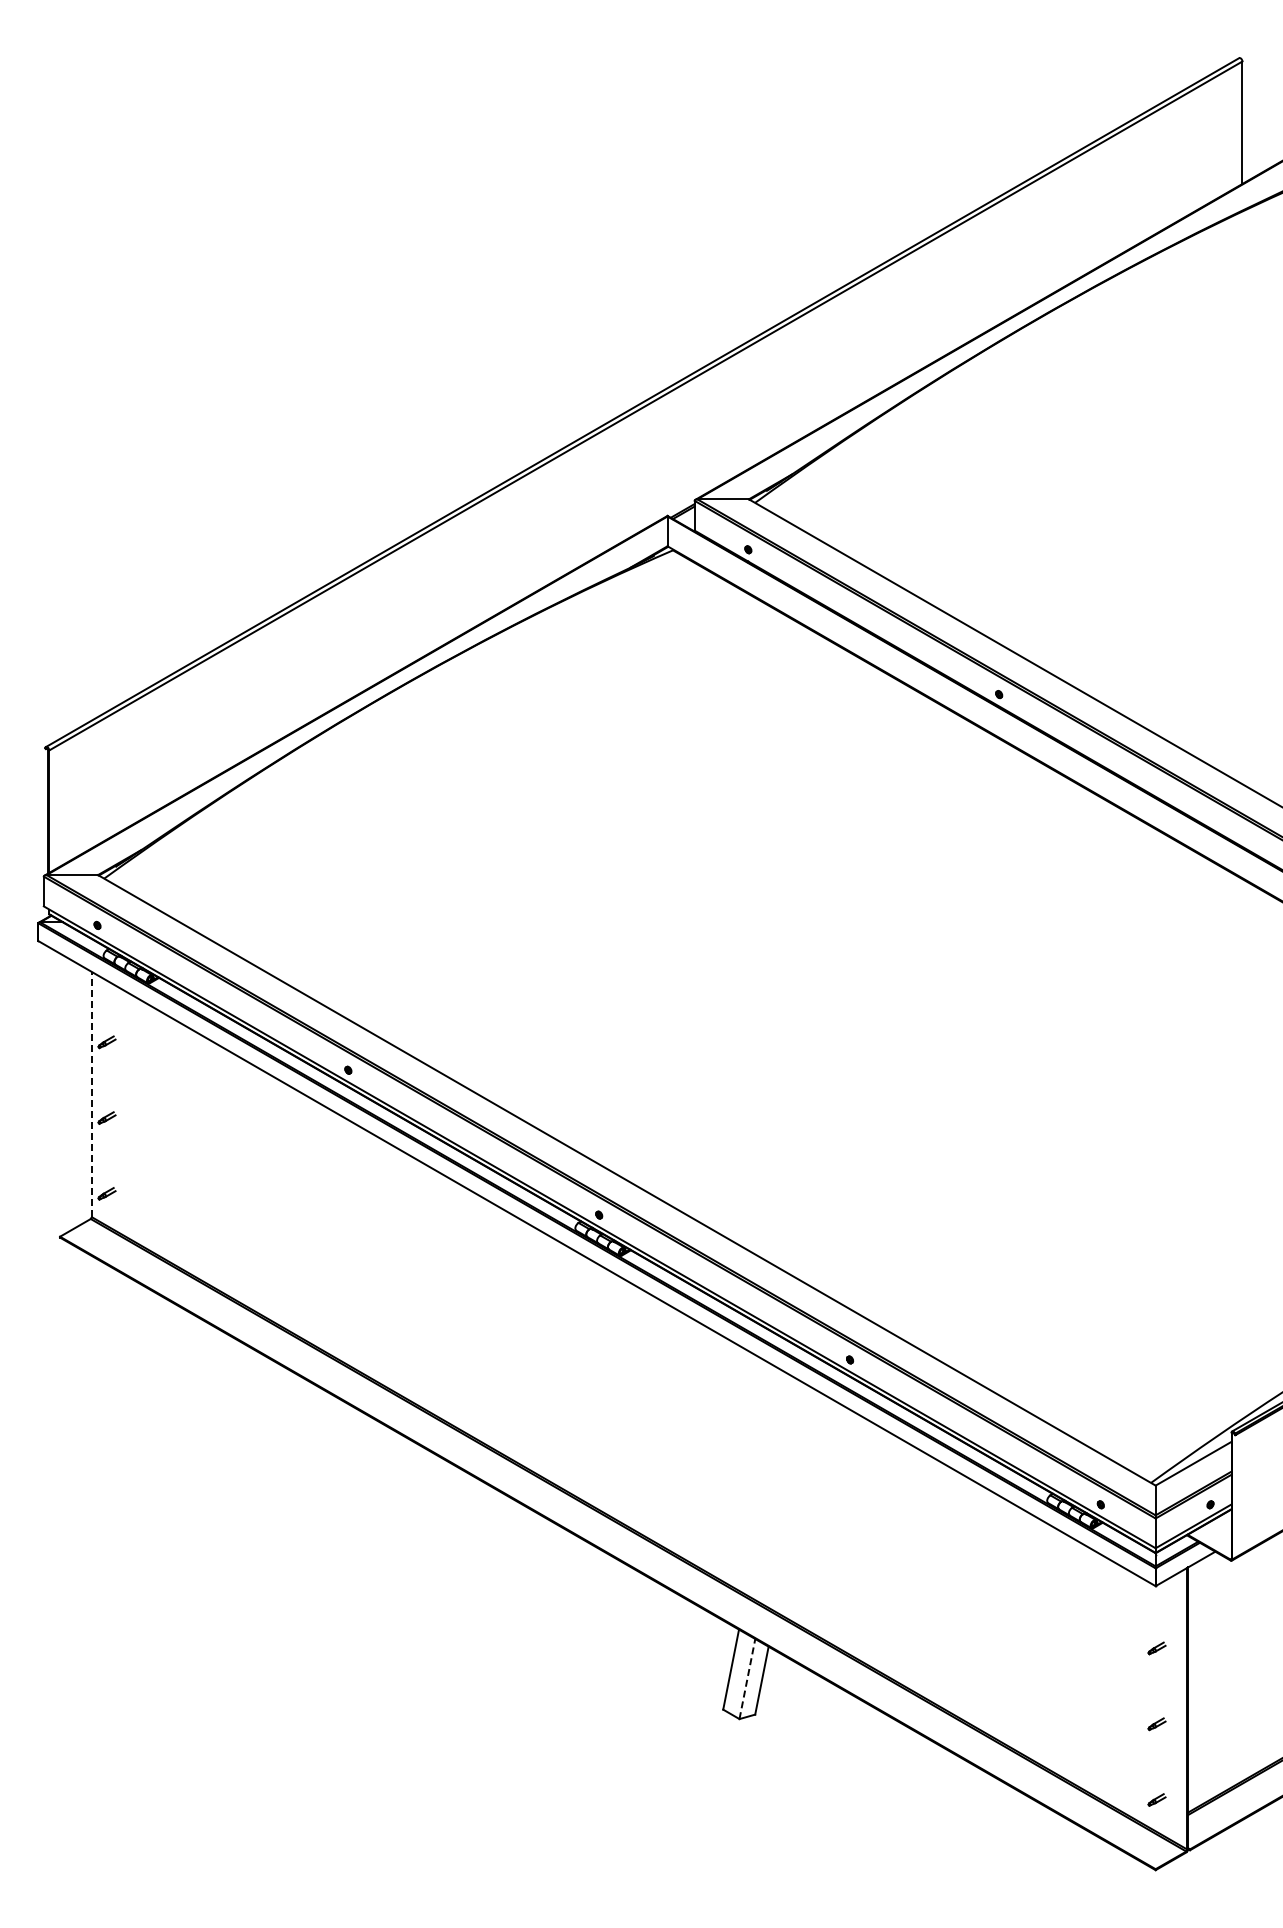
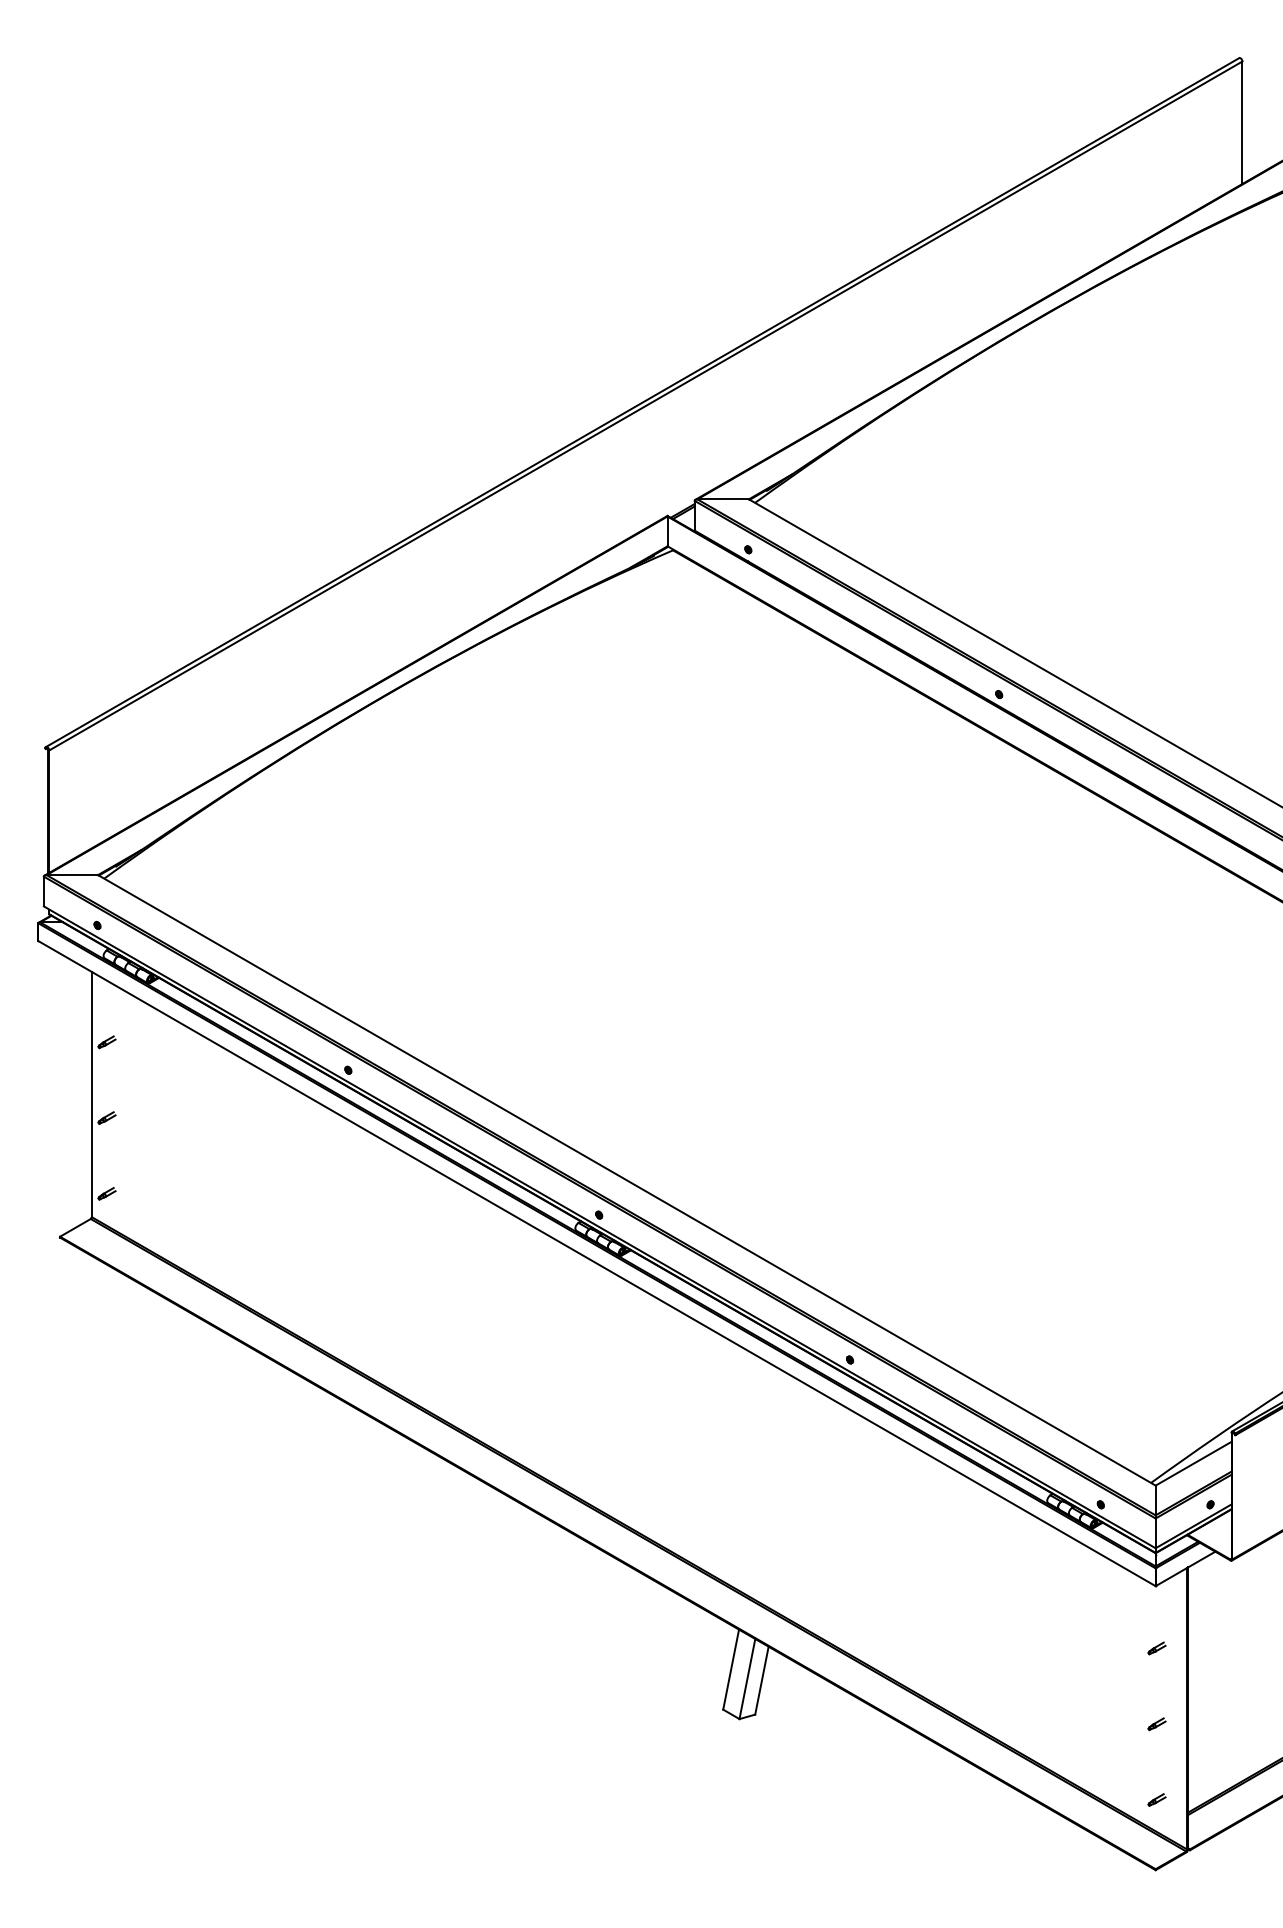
line at (91, 1094): dashed -> solid
line at (747, 1679): dashed -> solid
